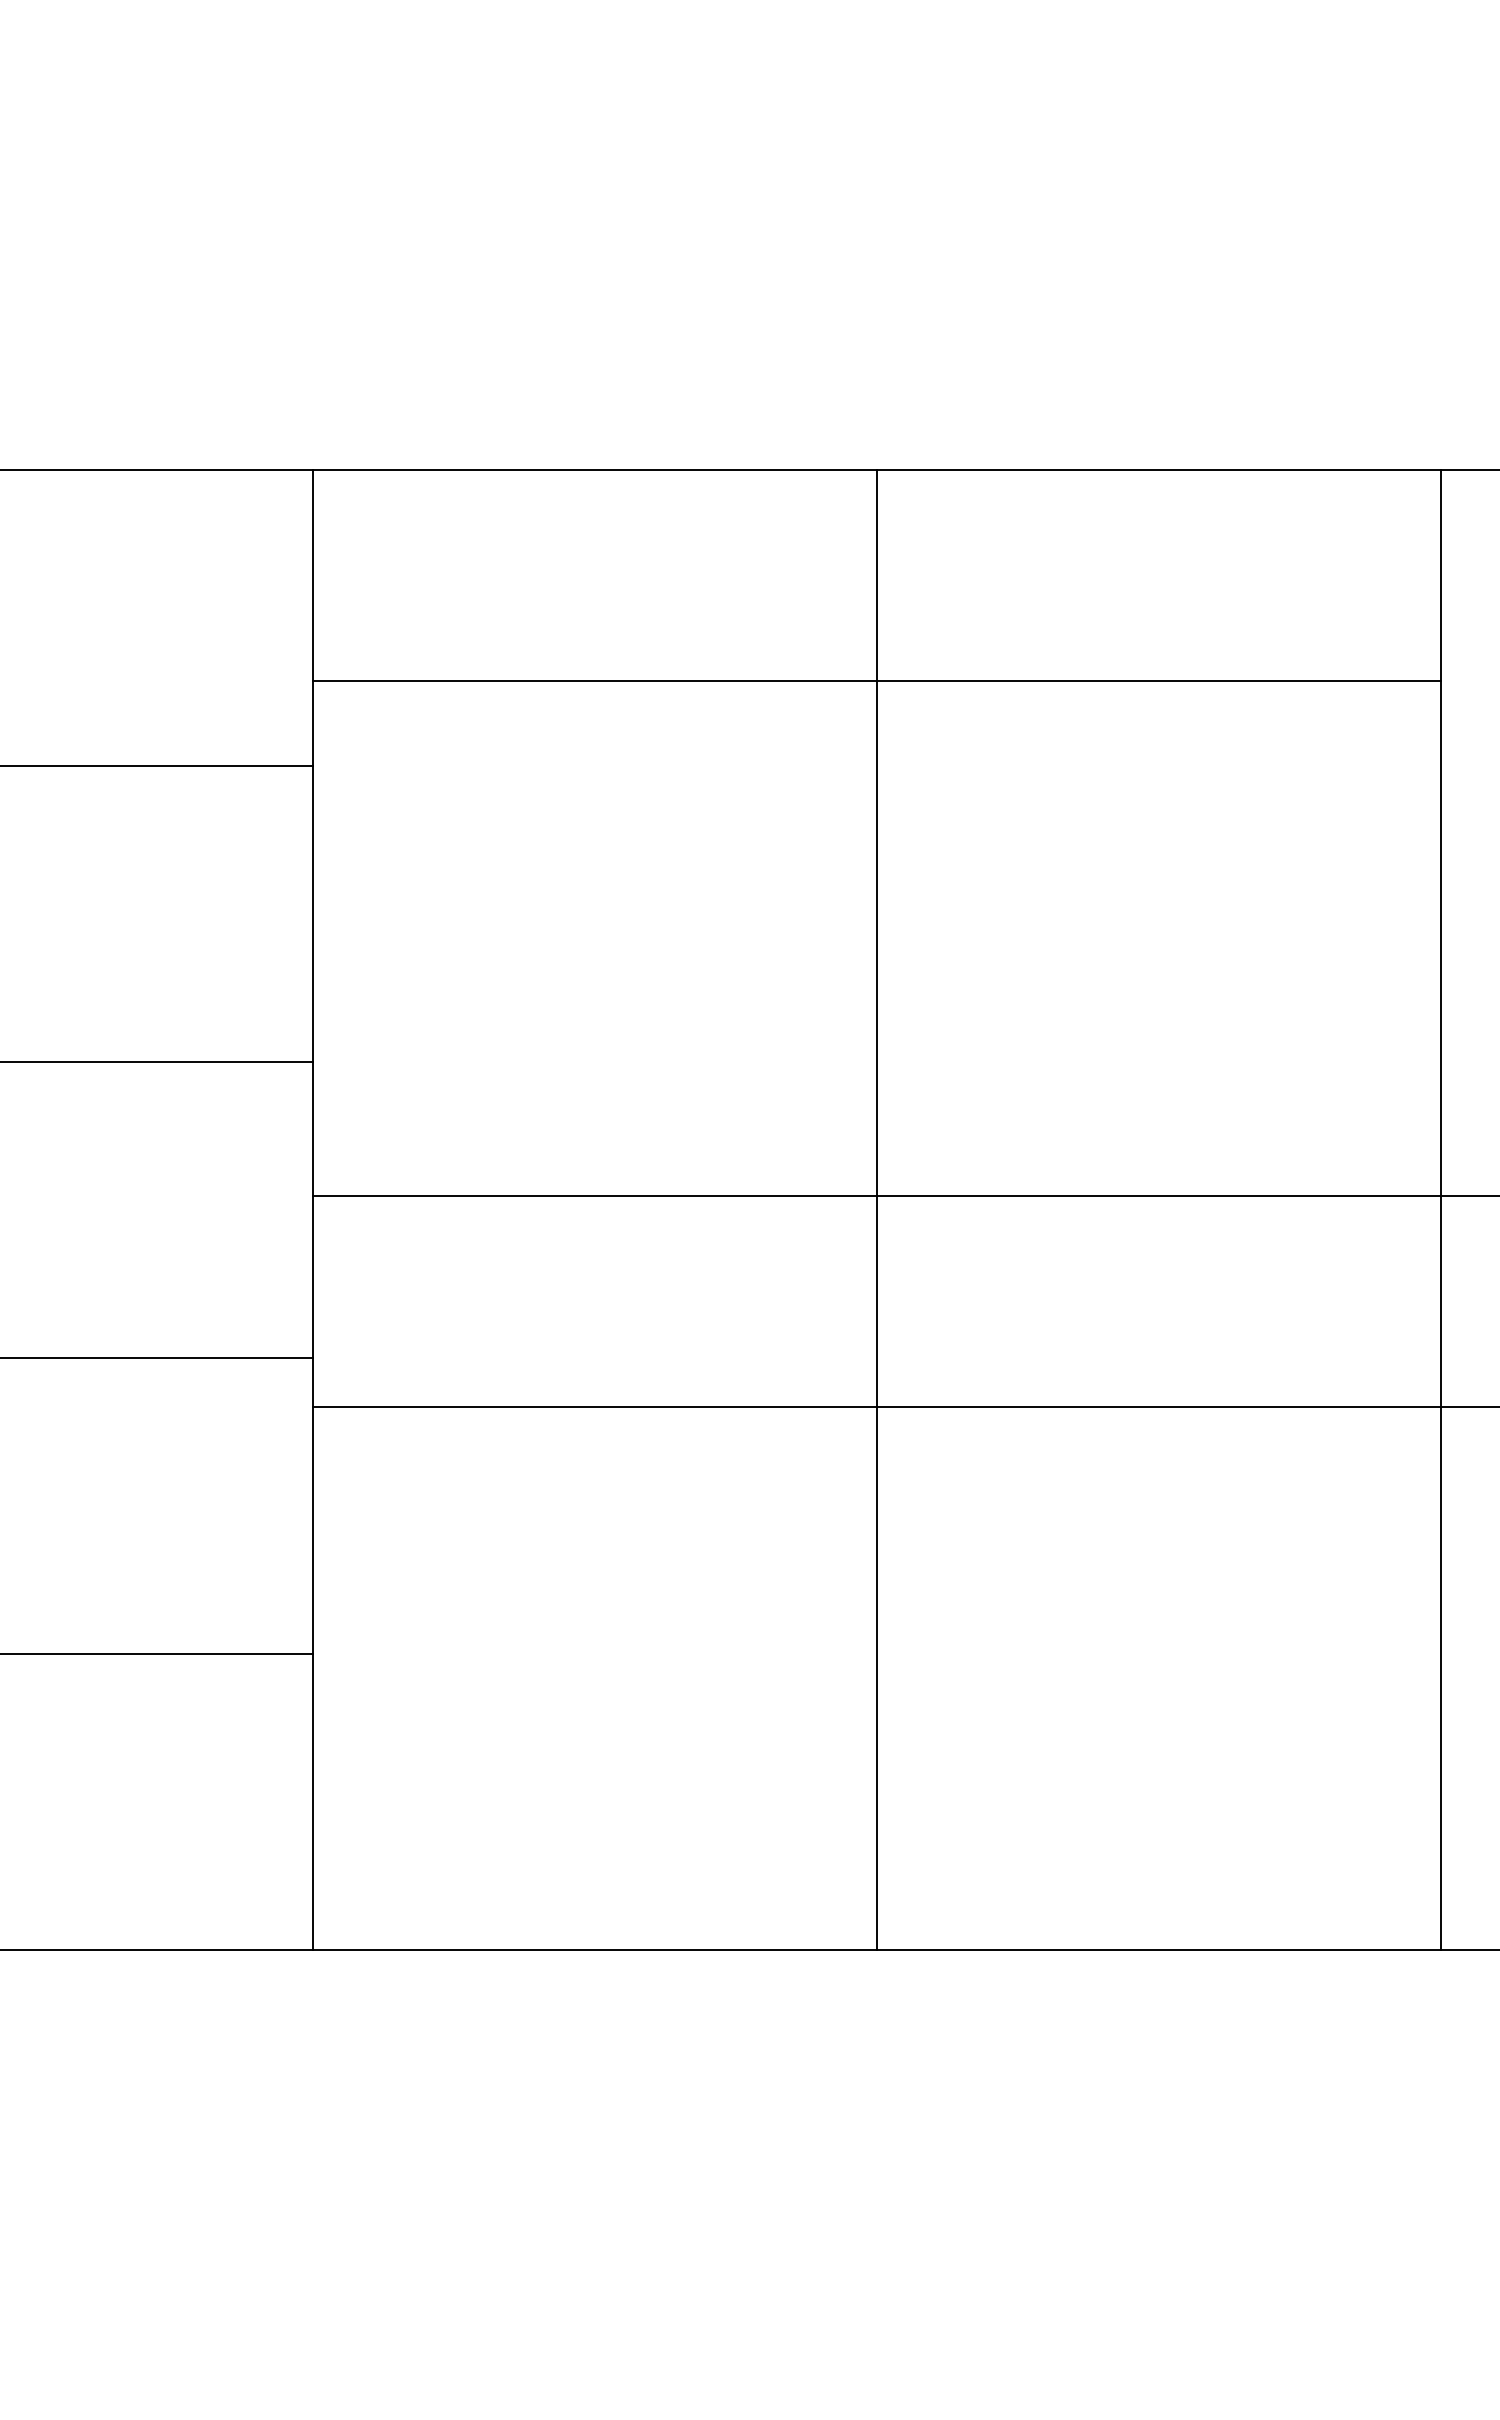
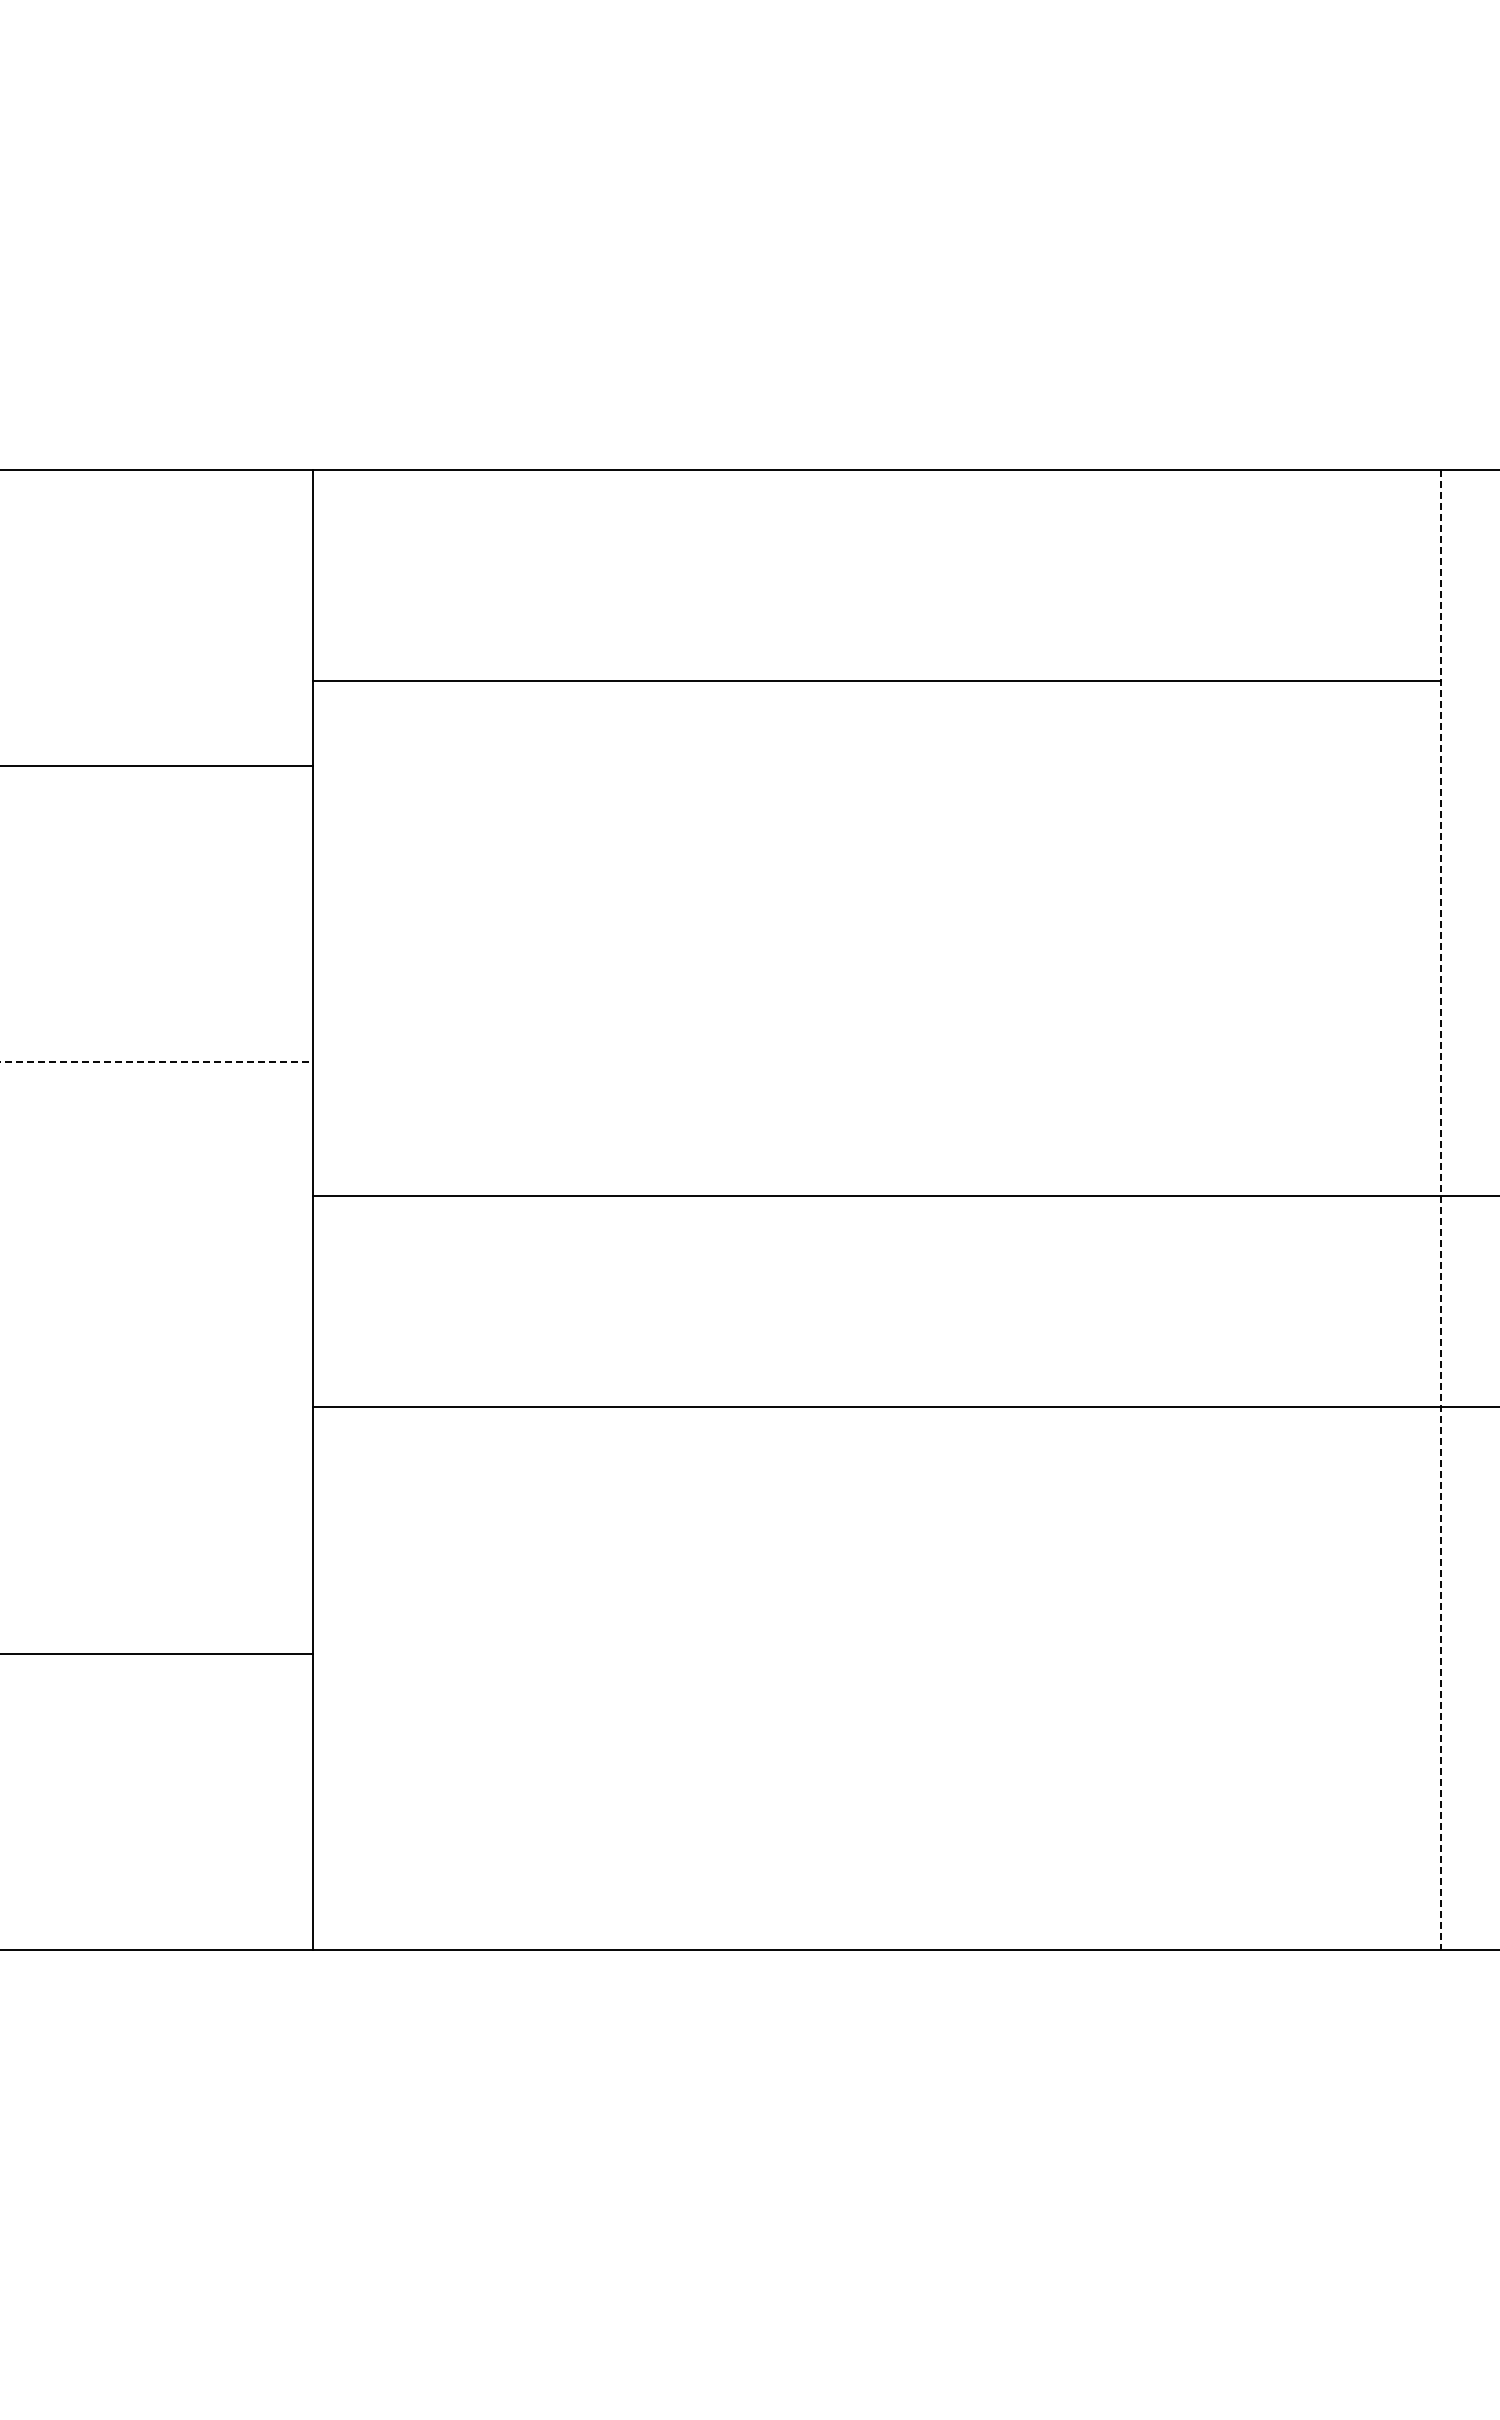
line at (156, 1061): solid -> dashed
line at (876, 1209): present -> none
line at (1440, 1210): solid -> dashed
line at (157, 1358): present -> none
